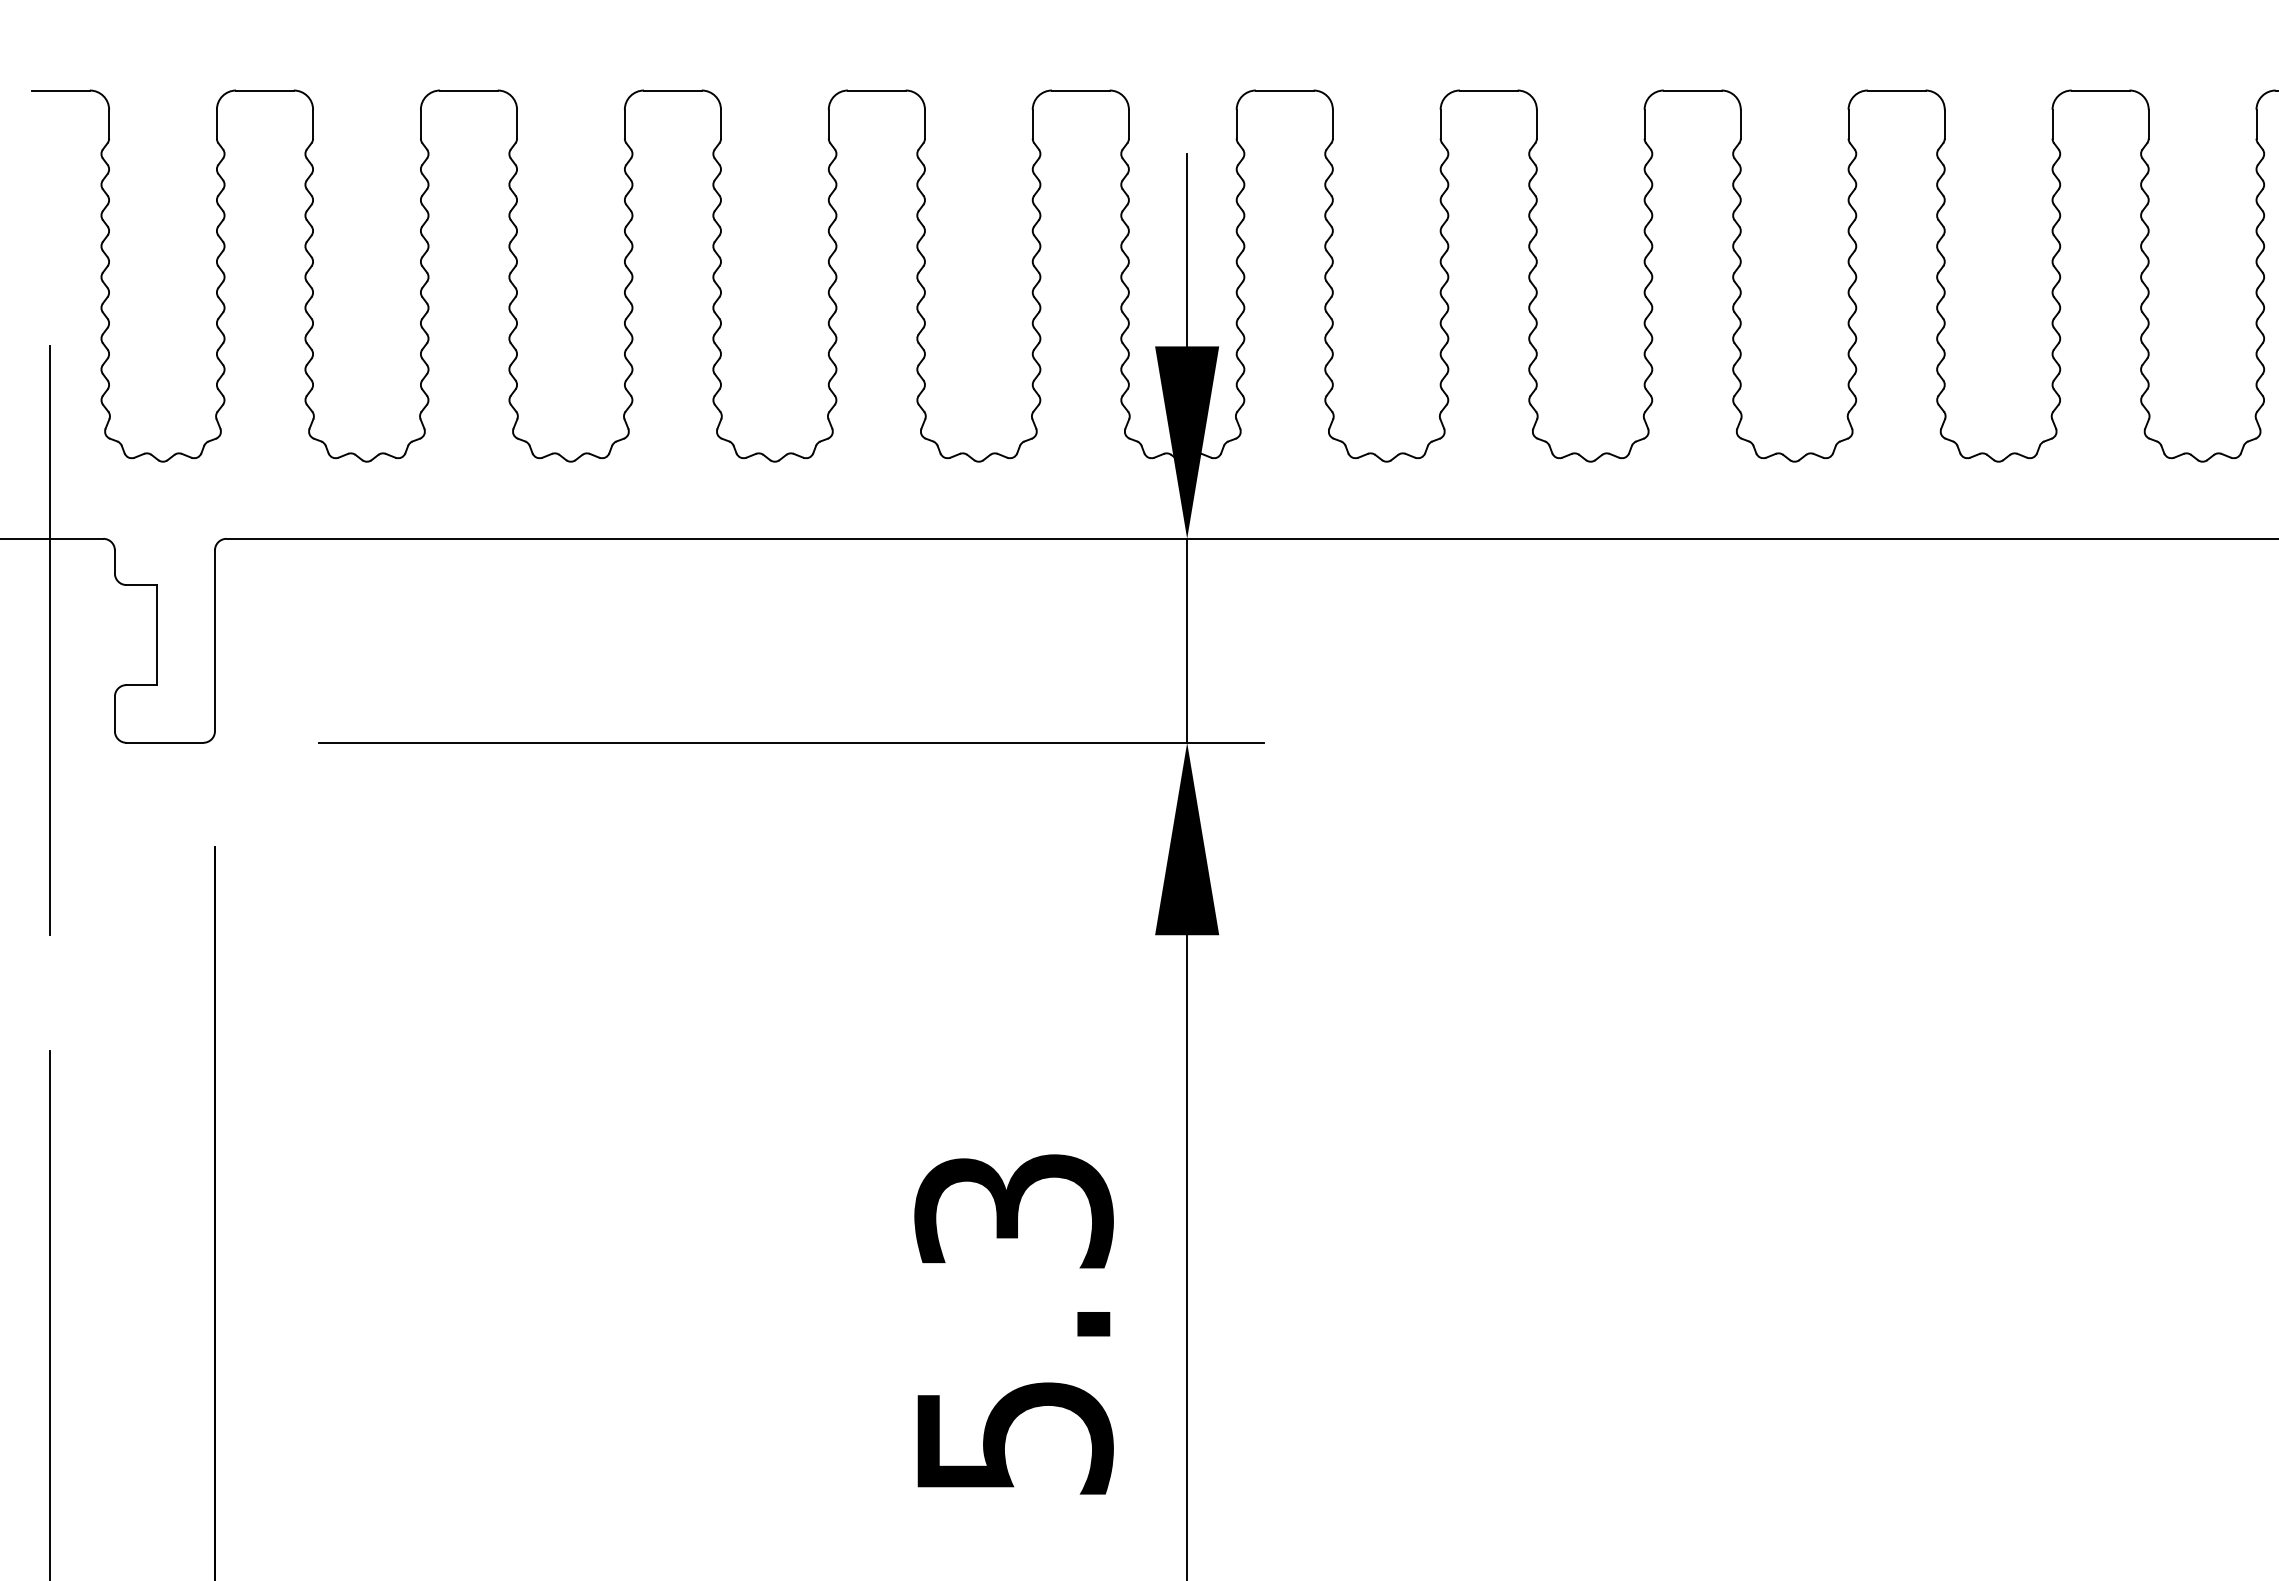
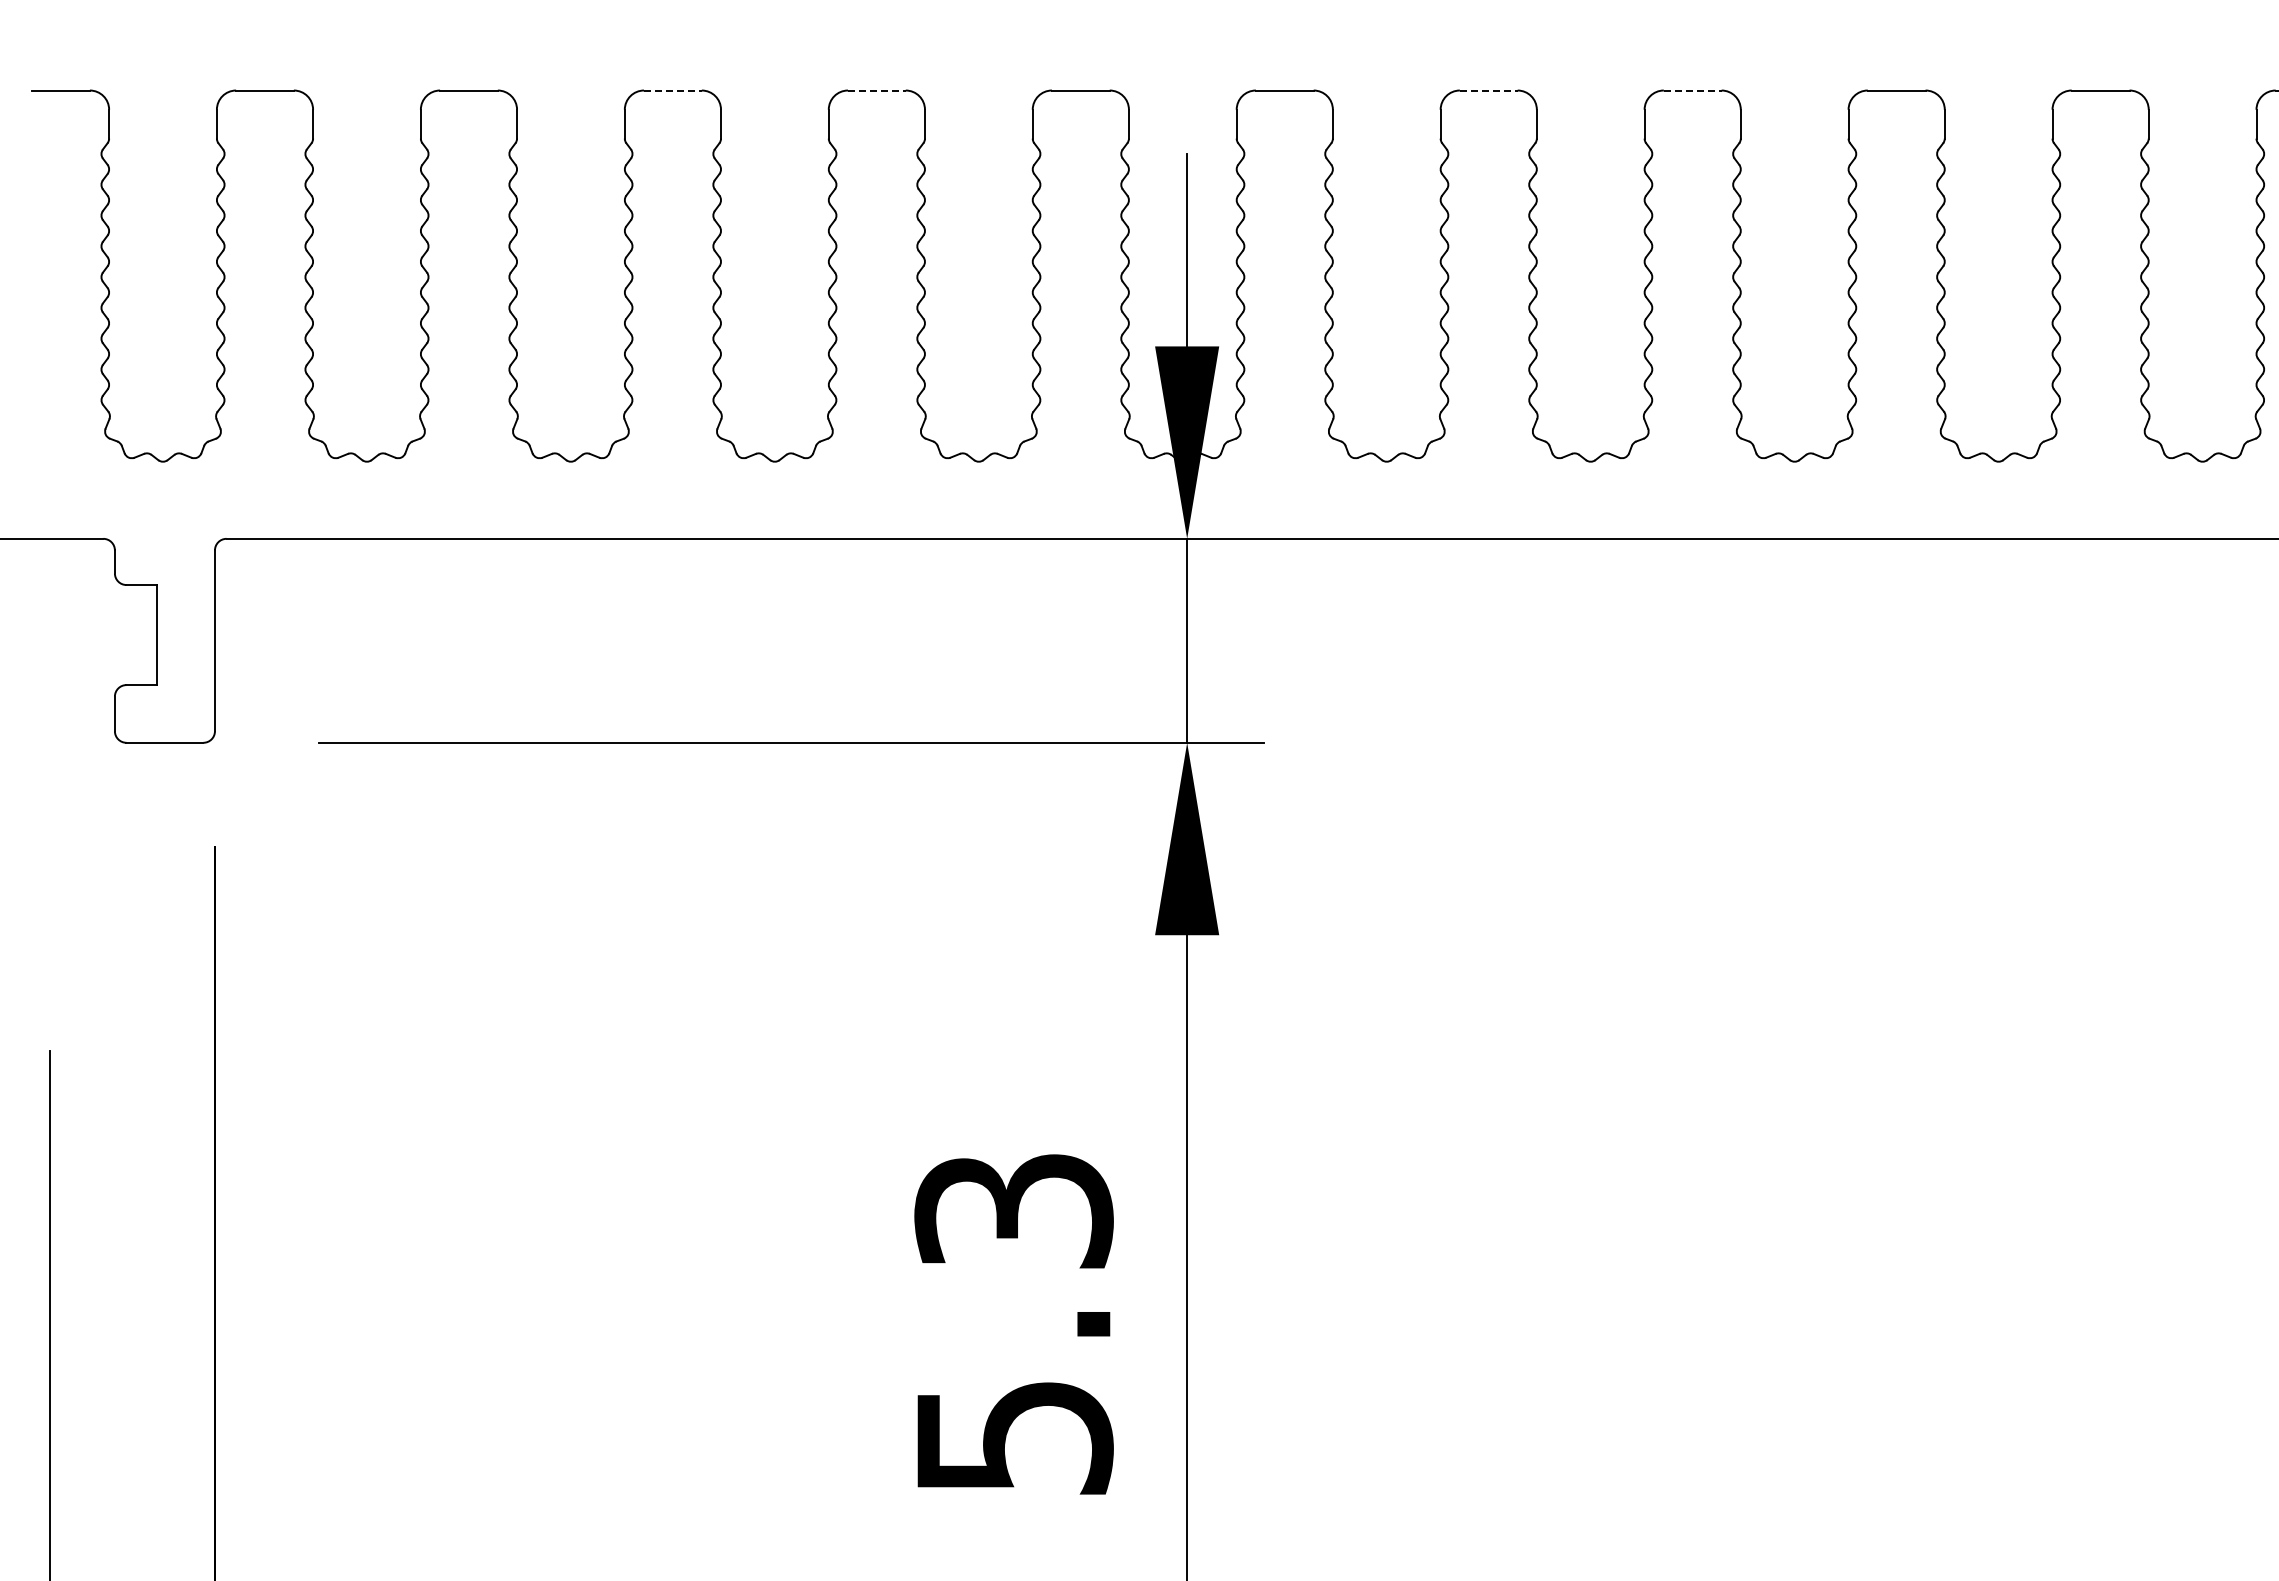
line at (672, 90): solid -> dashed
line at (876, 90): solid -> dashed
line at (1488, 90): solid -> dashed
line at (1692, 90): solid -> dashed
line at (49, 640): present -> none
